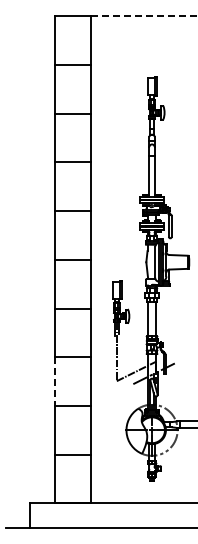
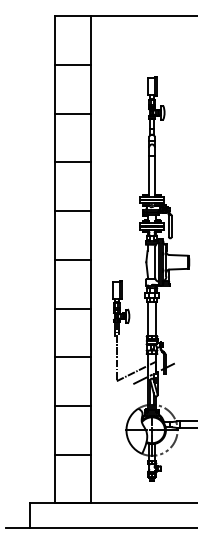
line at (144, 16): dashed -> solid
line at (54, 382): dashed -> solid
